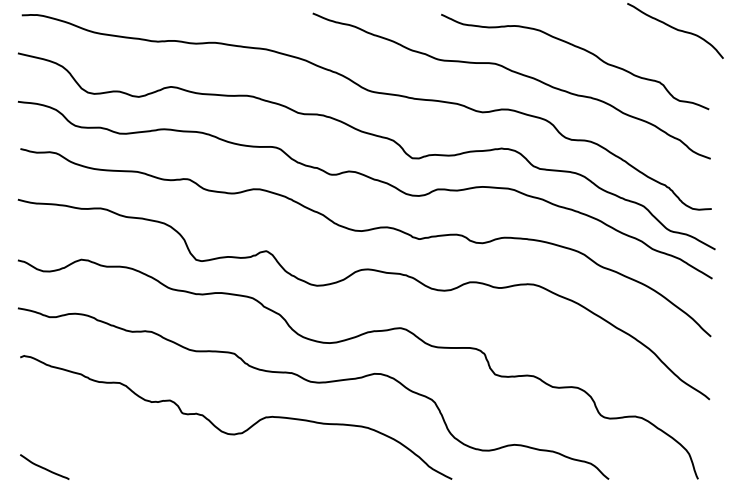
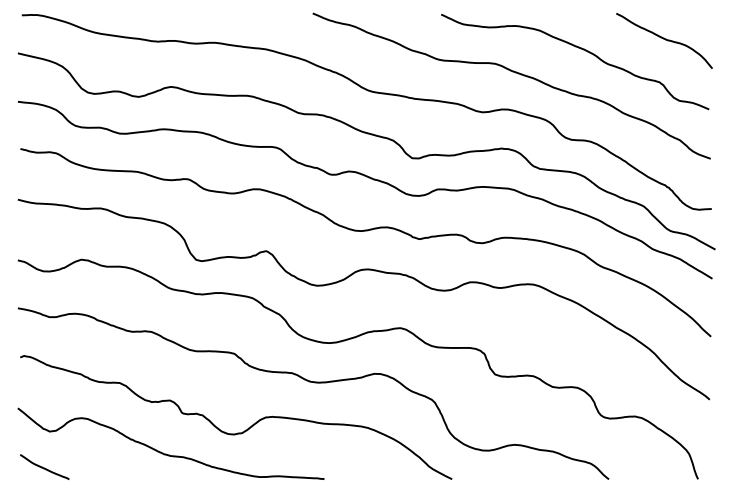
curve at (675, 29) position: (675, 29) -> (664, 39)
curve at (166, 453): none -> present
